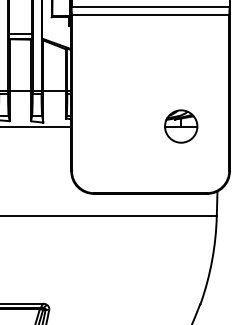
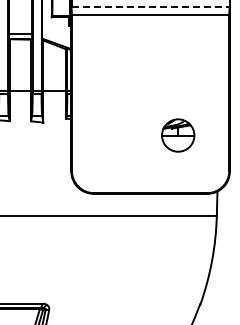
line at (151, 7): solid -> dashed
line at (36, 126): present -> none
part at (181, 126) position: (181, 126) -> (178, 135)
